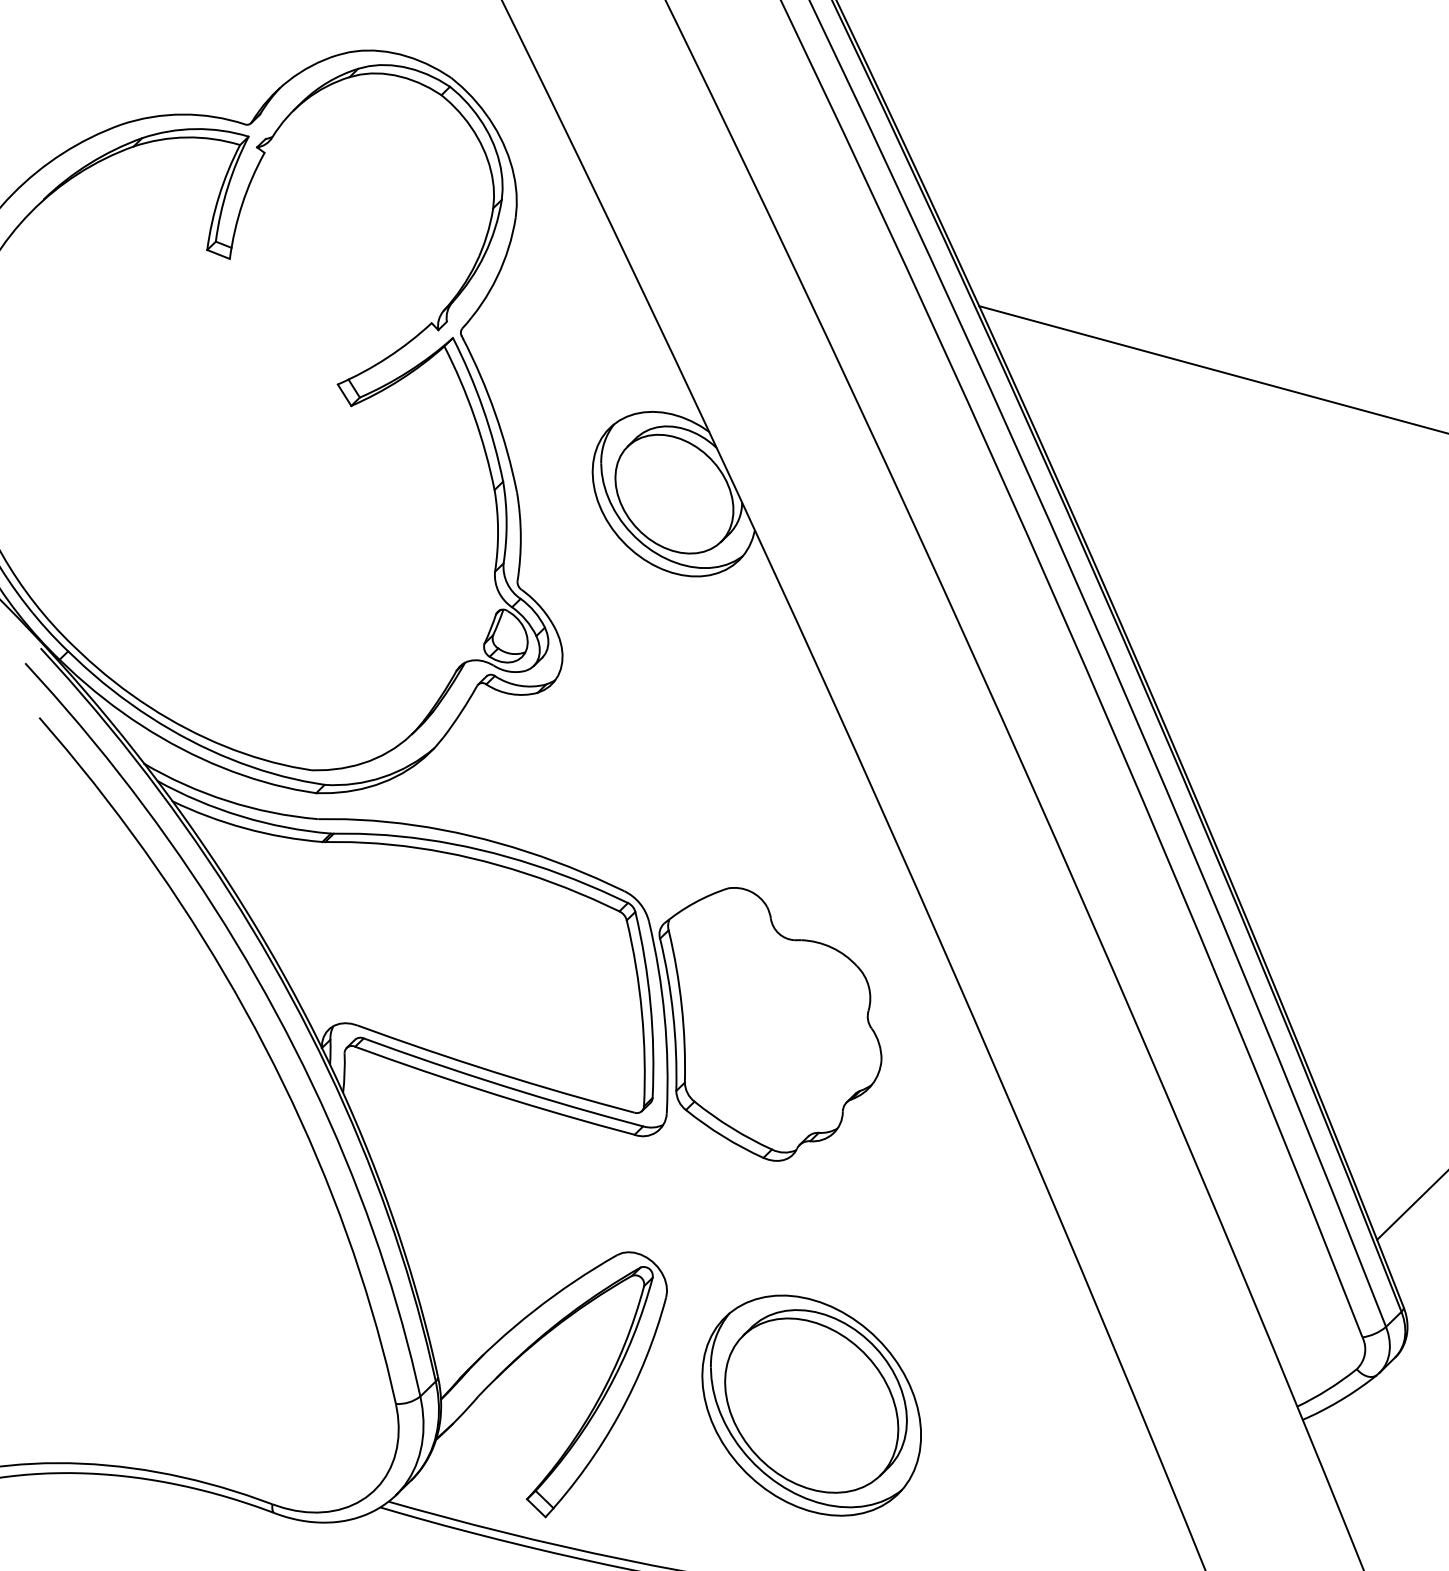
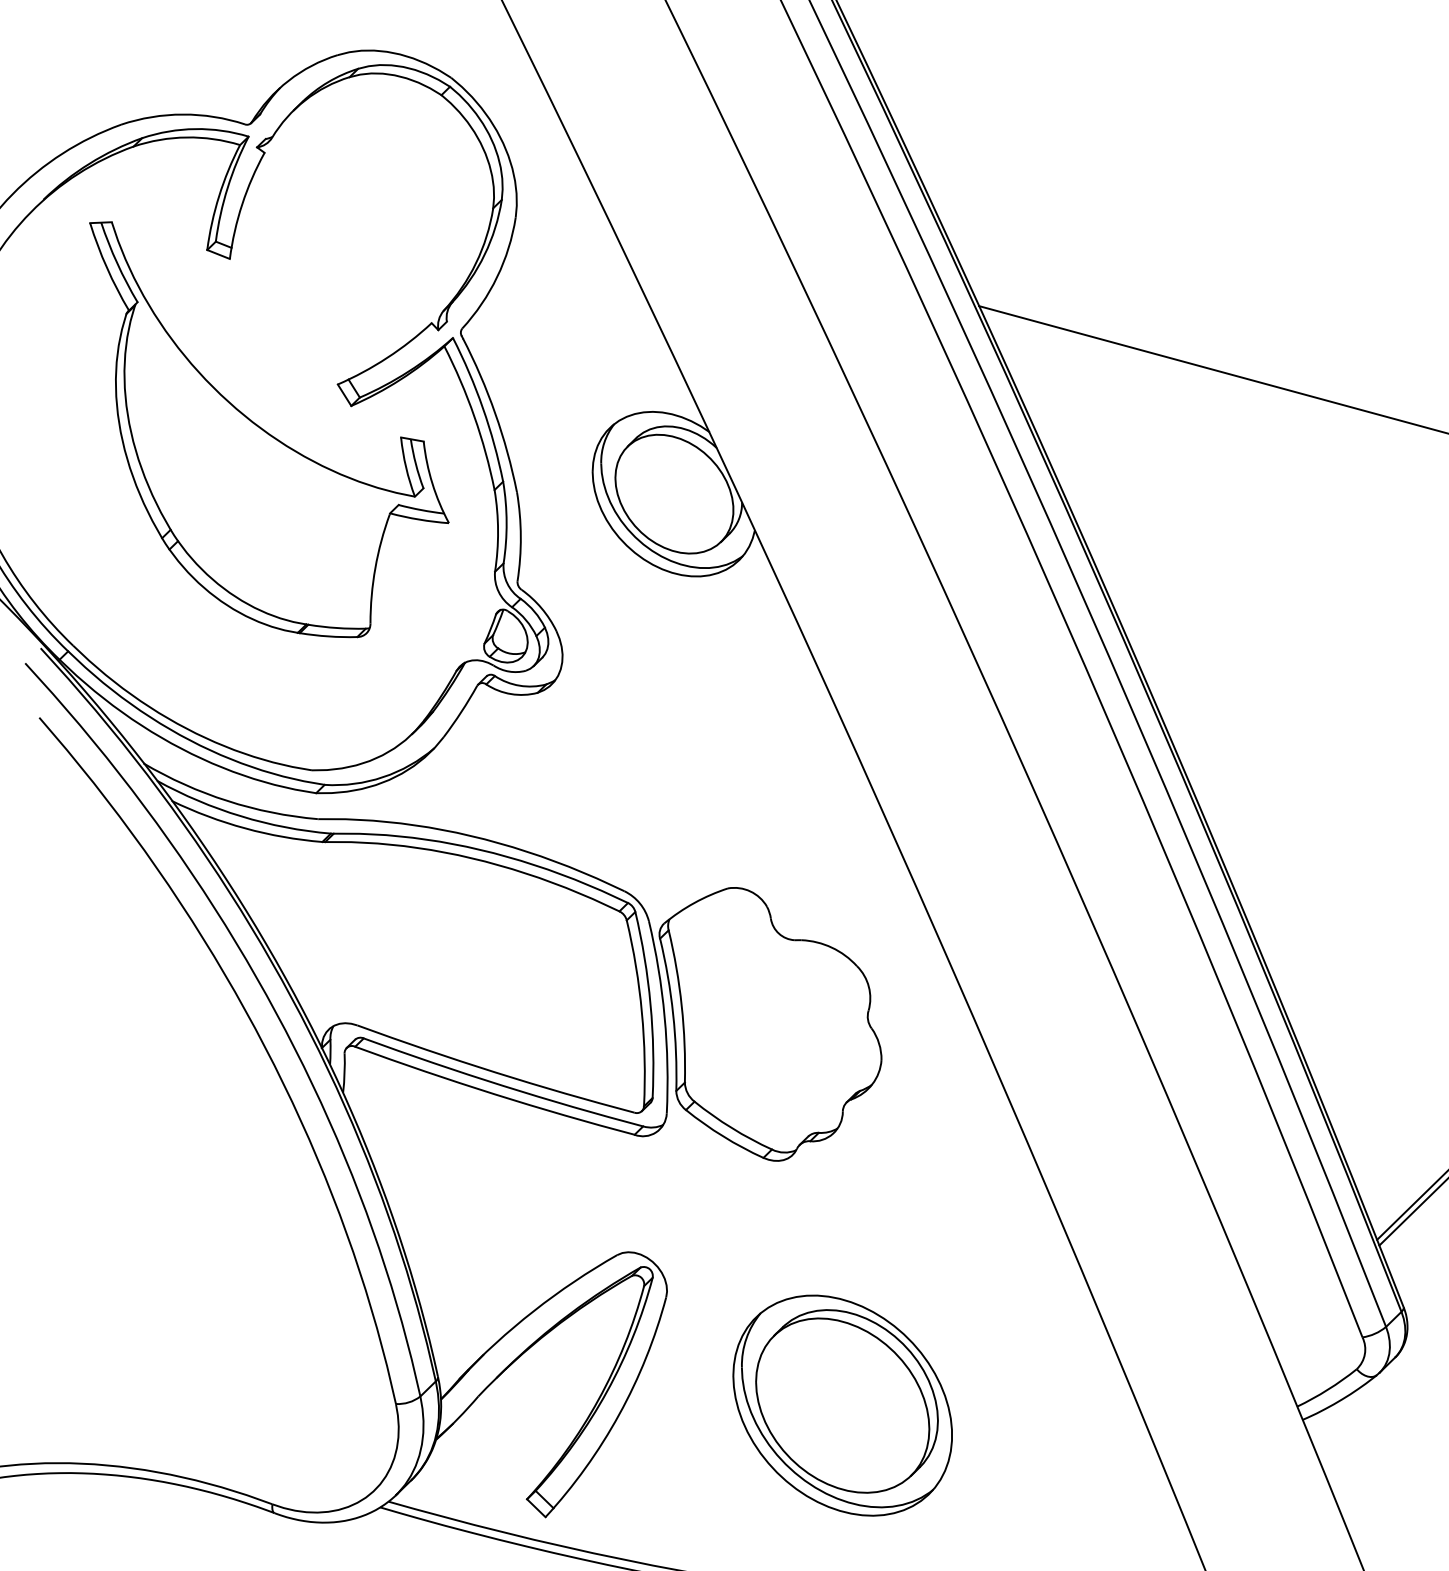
part at (269, 429): none -> present
line at (1412, 1212): none -> present
part at (811, 1405) position: (811, 1405) -> (842, 1405)
